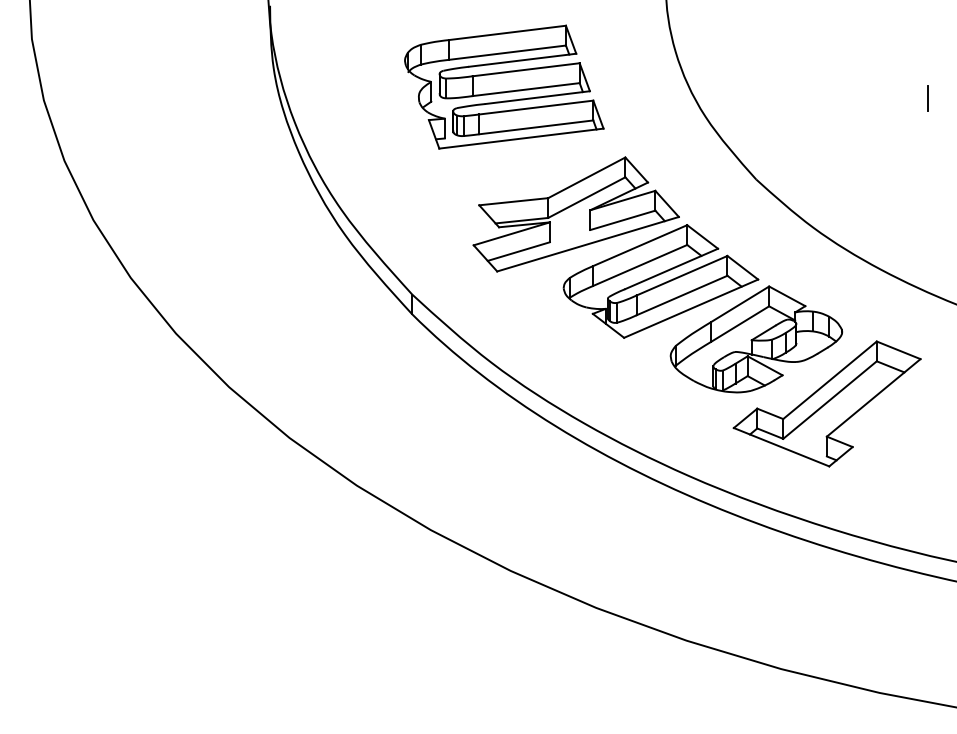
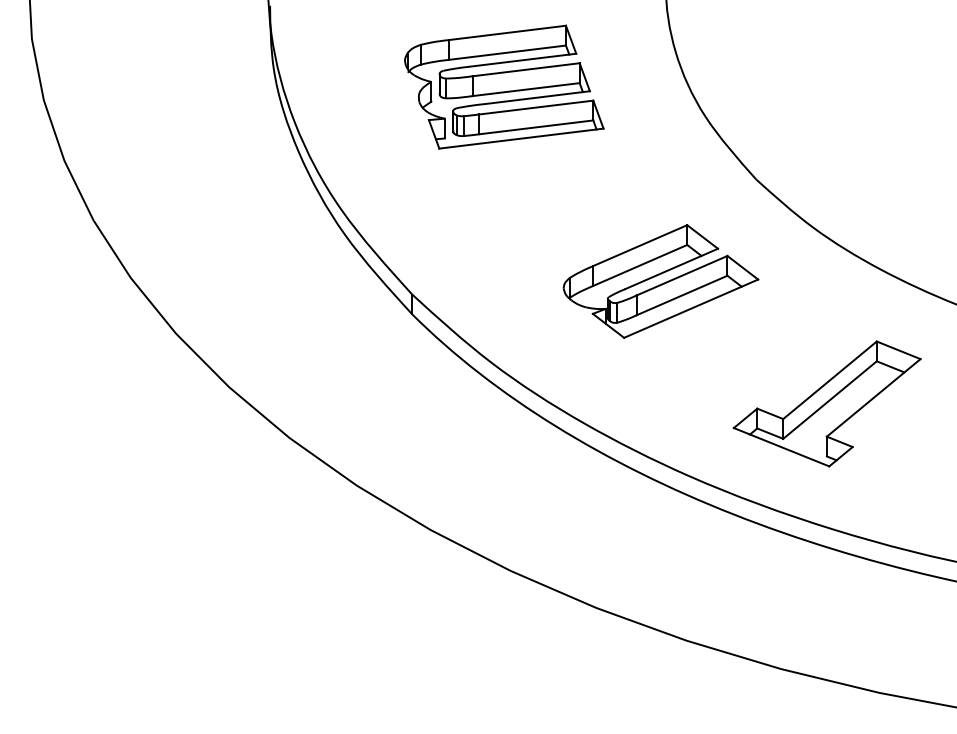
line at (928, 98): present -> none
part at (575, 214): present -> none
part at (756, 339): present -> none
